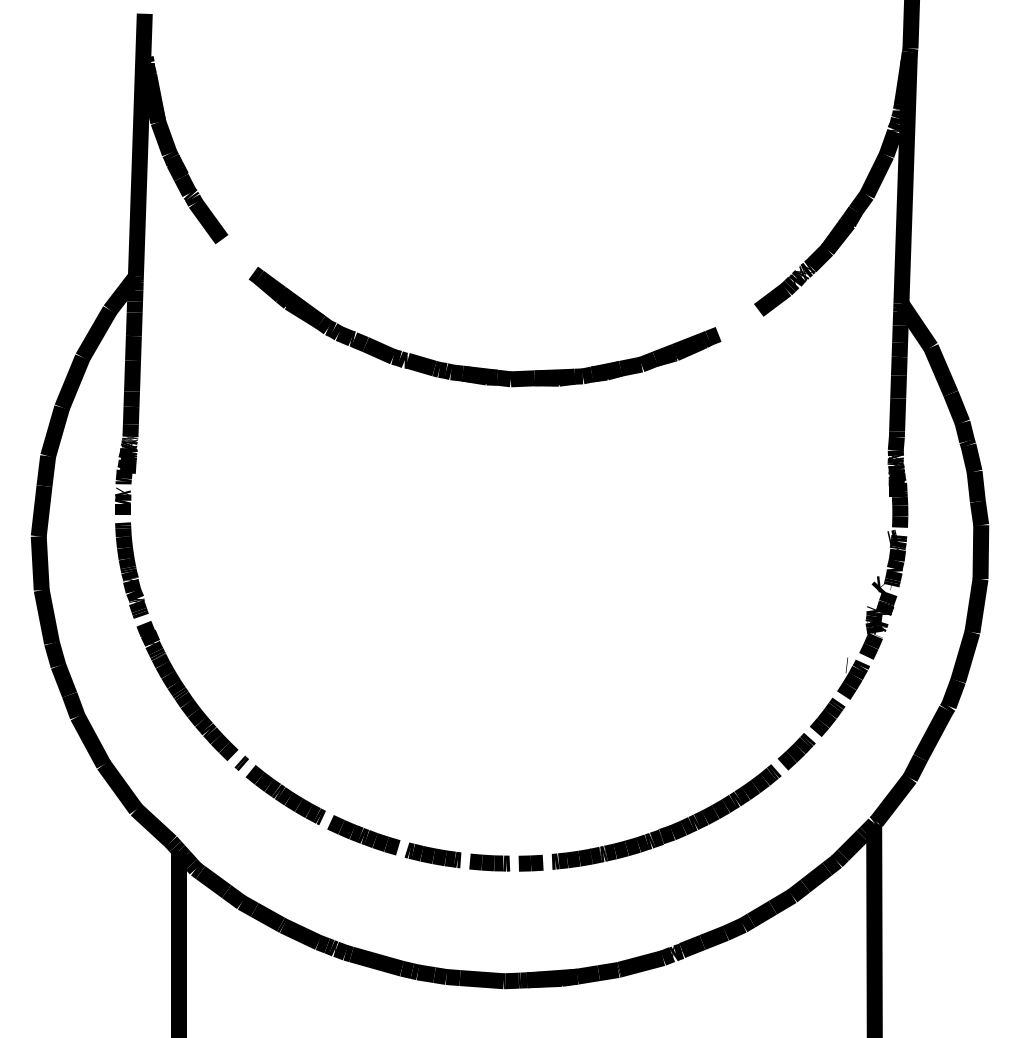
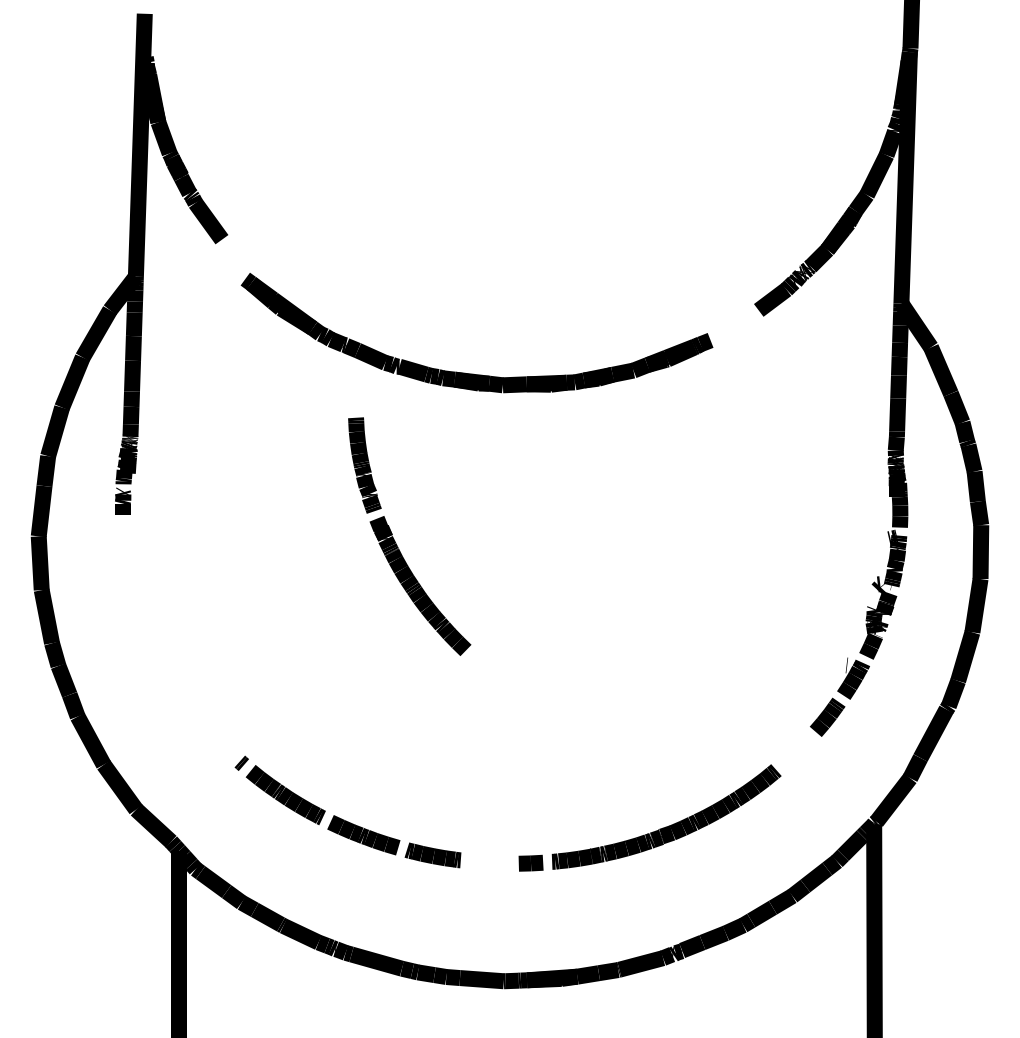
part at (481, 367) position: (481, 367) -> (473, 373)
part at (163, 648) position: (163, 648) -> (396, 543)
part at (796, 751): present -> none
part at (489, 862): present -> none
